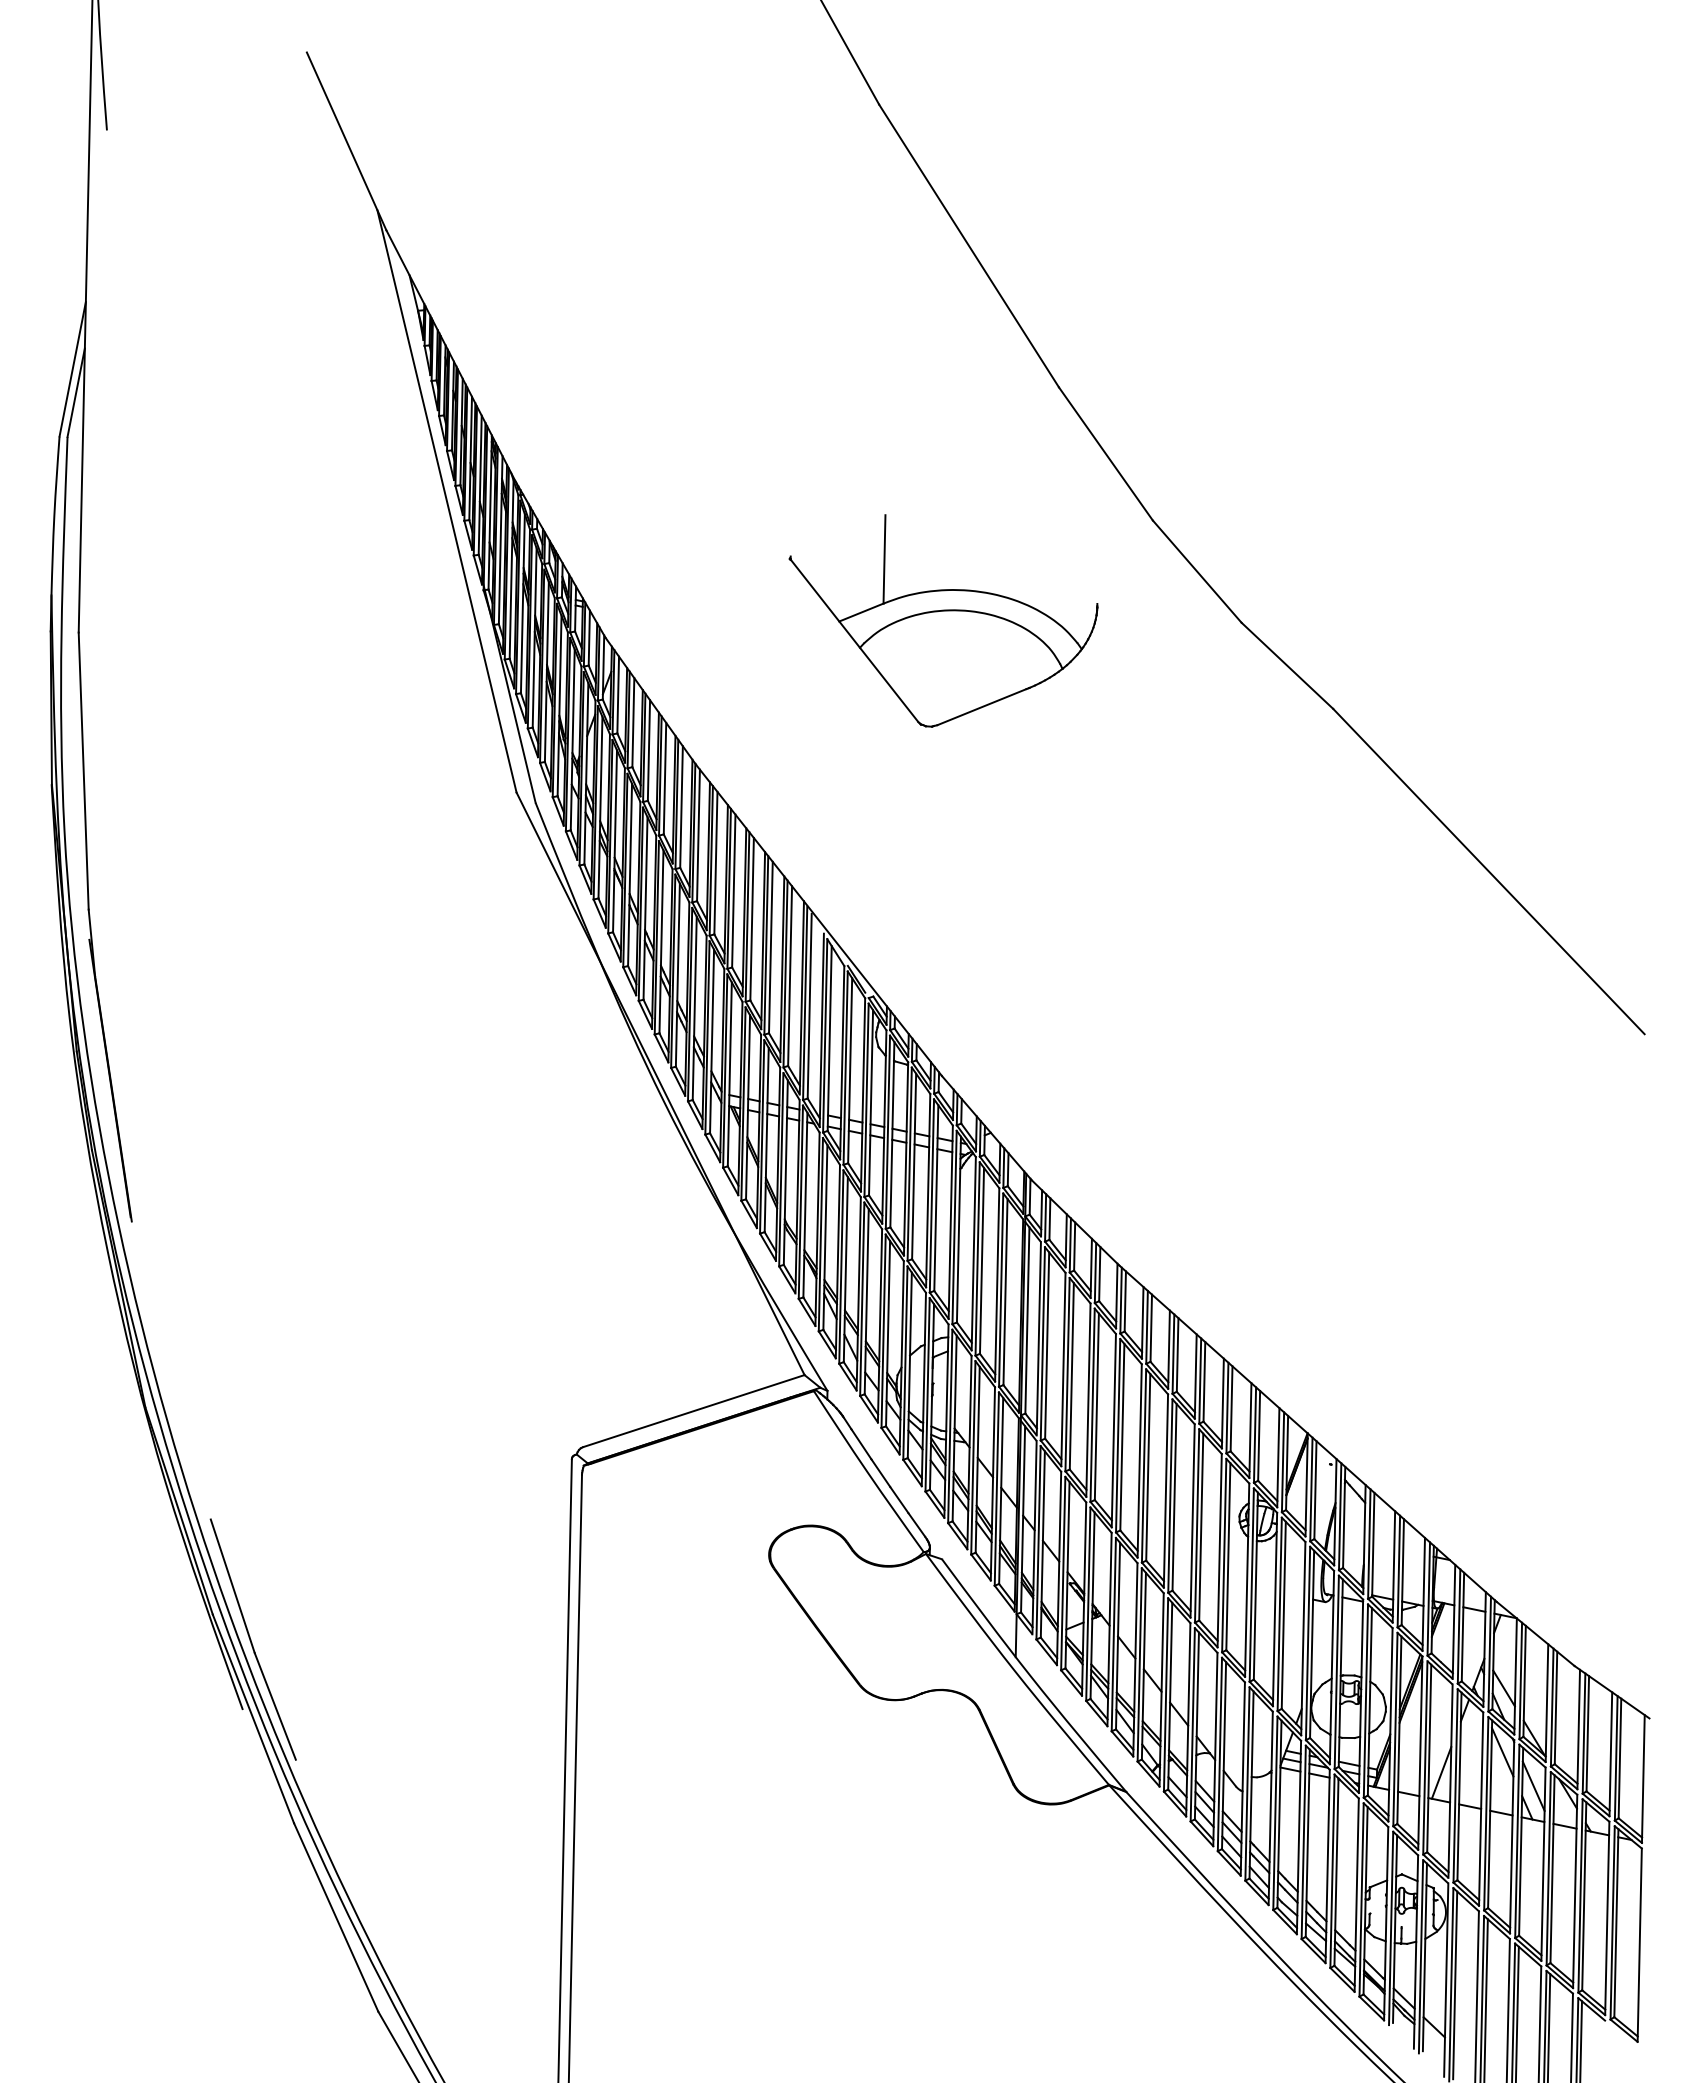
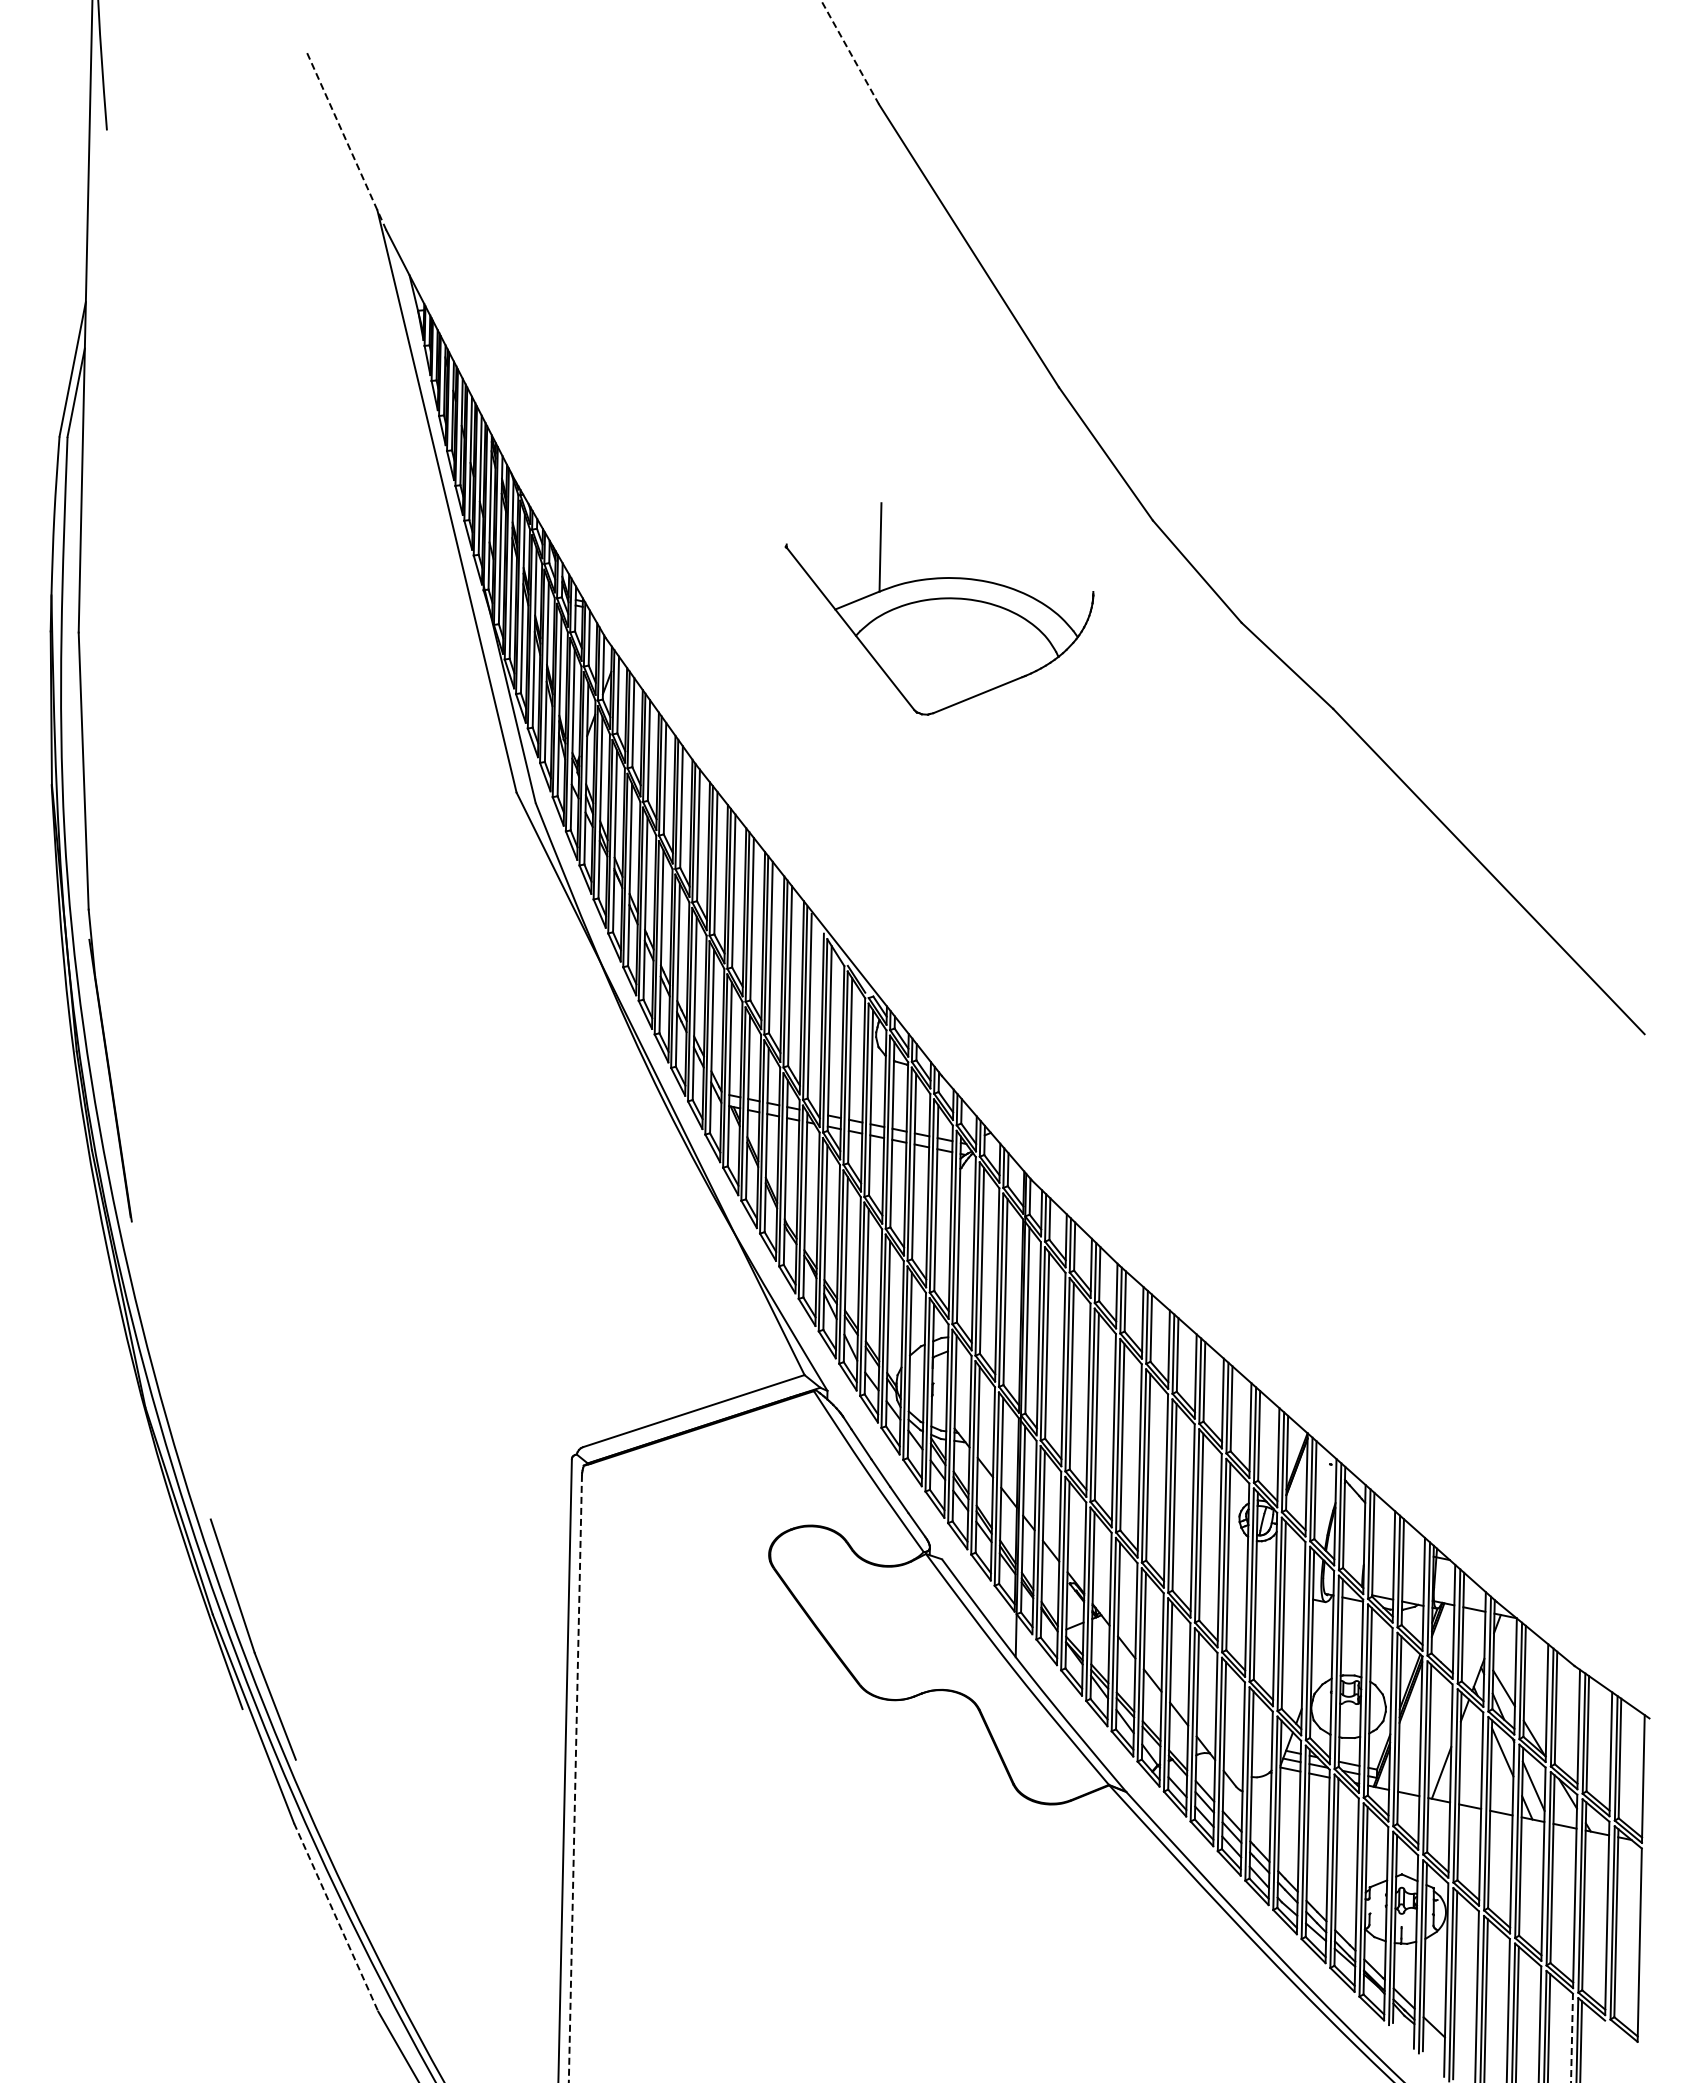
line at (850, 52): solid -> dashed
line at (346, 140): solid -> dashed
part at (943, 620) position: (943, 620) -> (939, 608)
line at (575, 1778): solid -> dashed
line at (336, 1917): solid -> dashed
line at (1572, 2037): solid -> dashed
